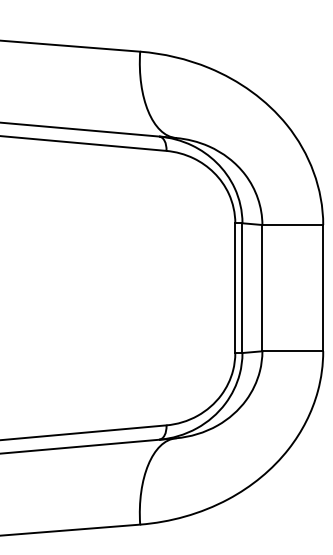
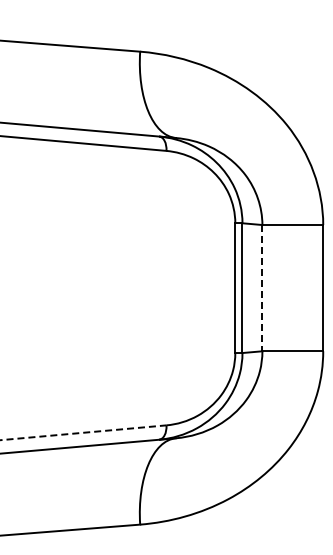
line at (262, 288): solid -> dashed
line at (83, 432): solid -> dashed
